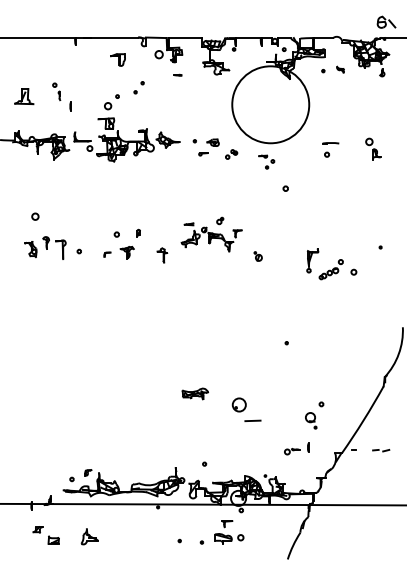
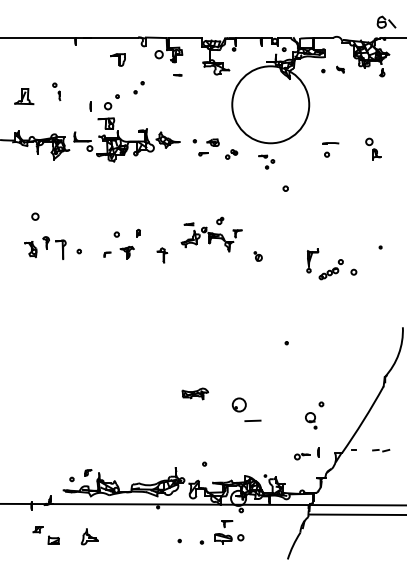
part at (70, 106) position: (70, 106) -> (90, 106)
part at (296, 448) position: (296, 448) -> (306, 453)
line at (355, 514): none -> present
